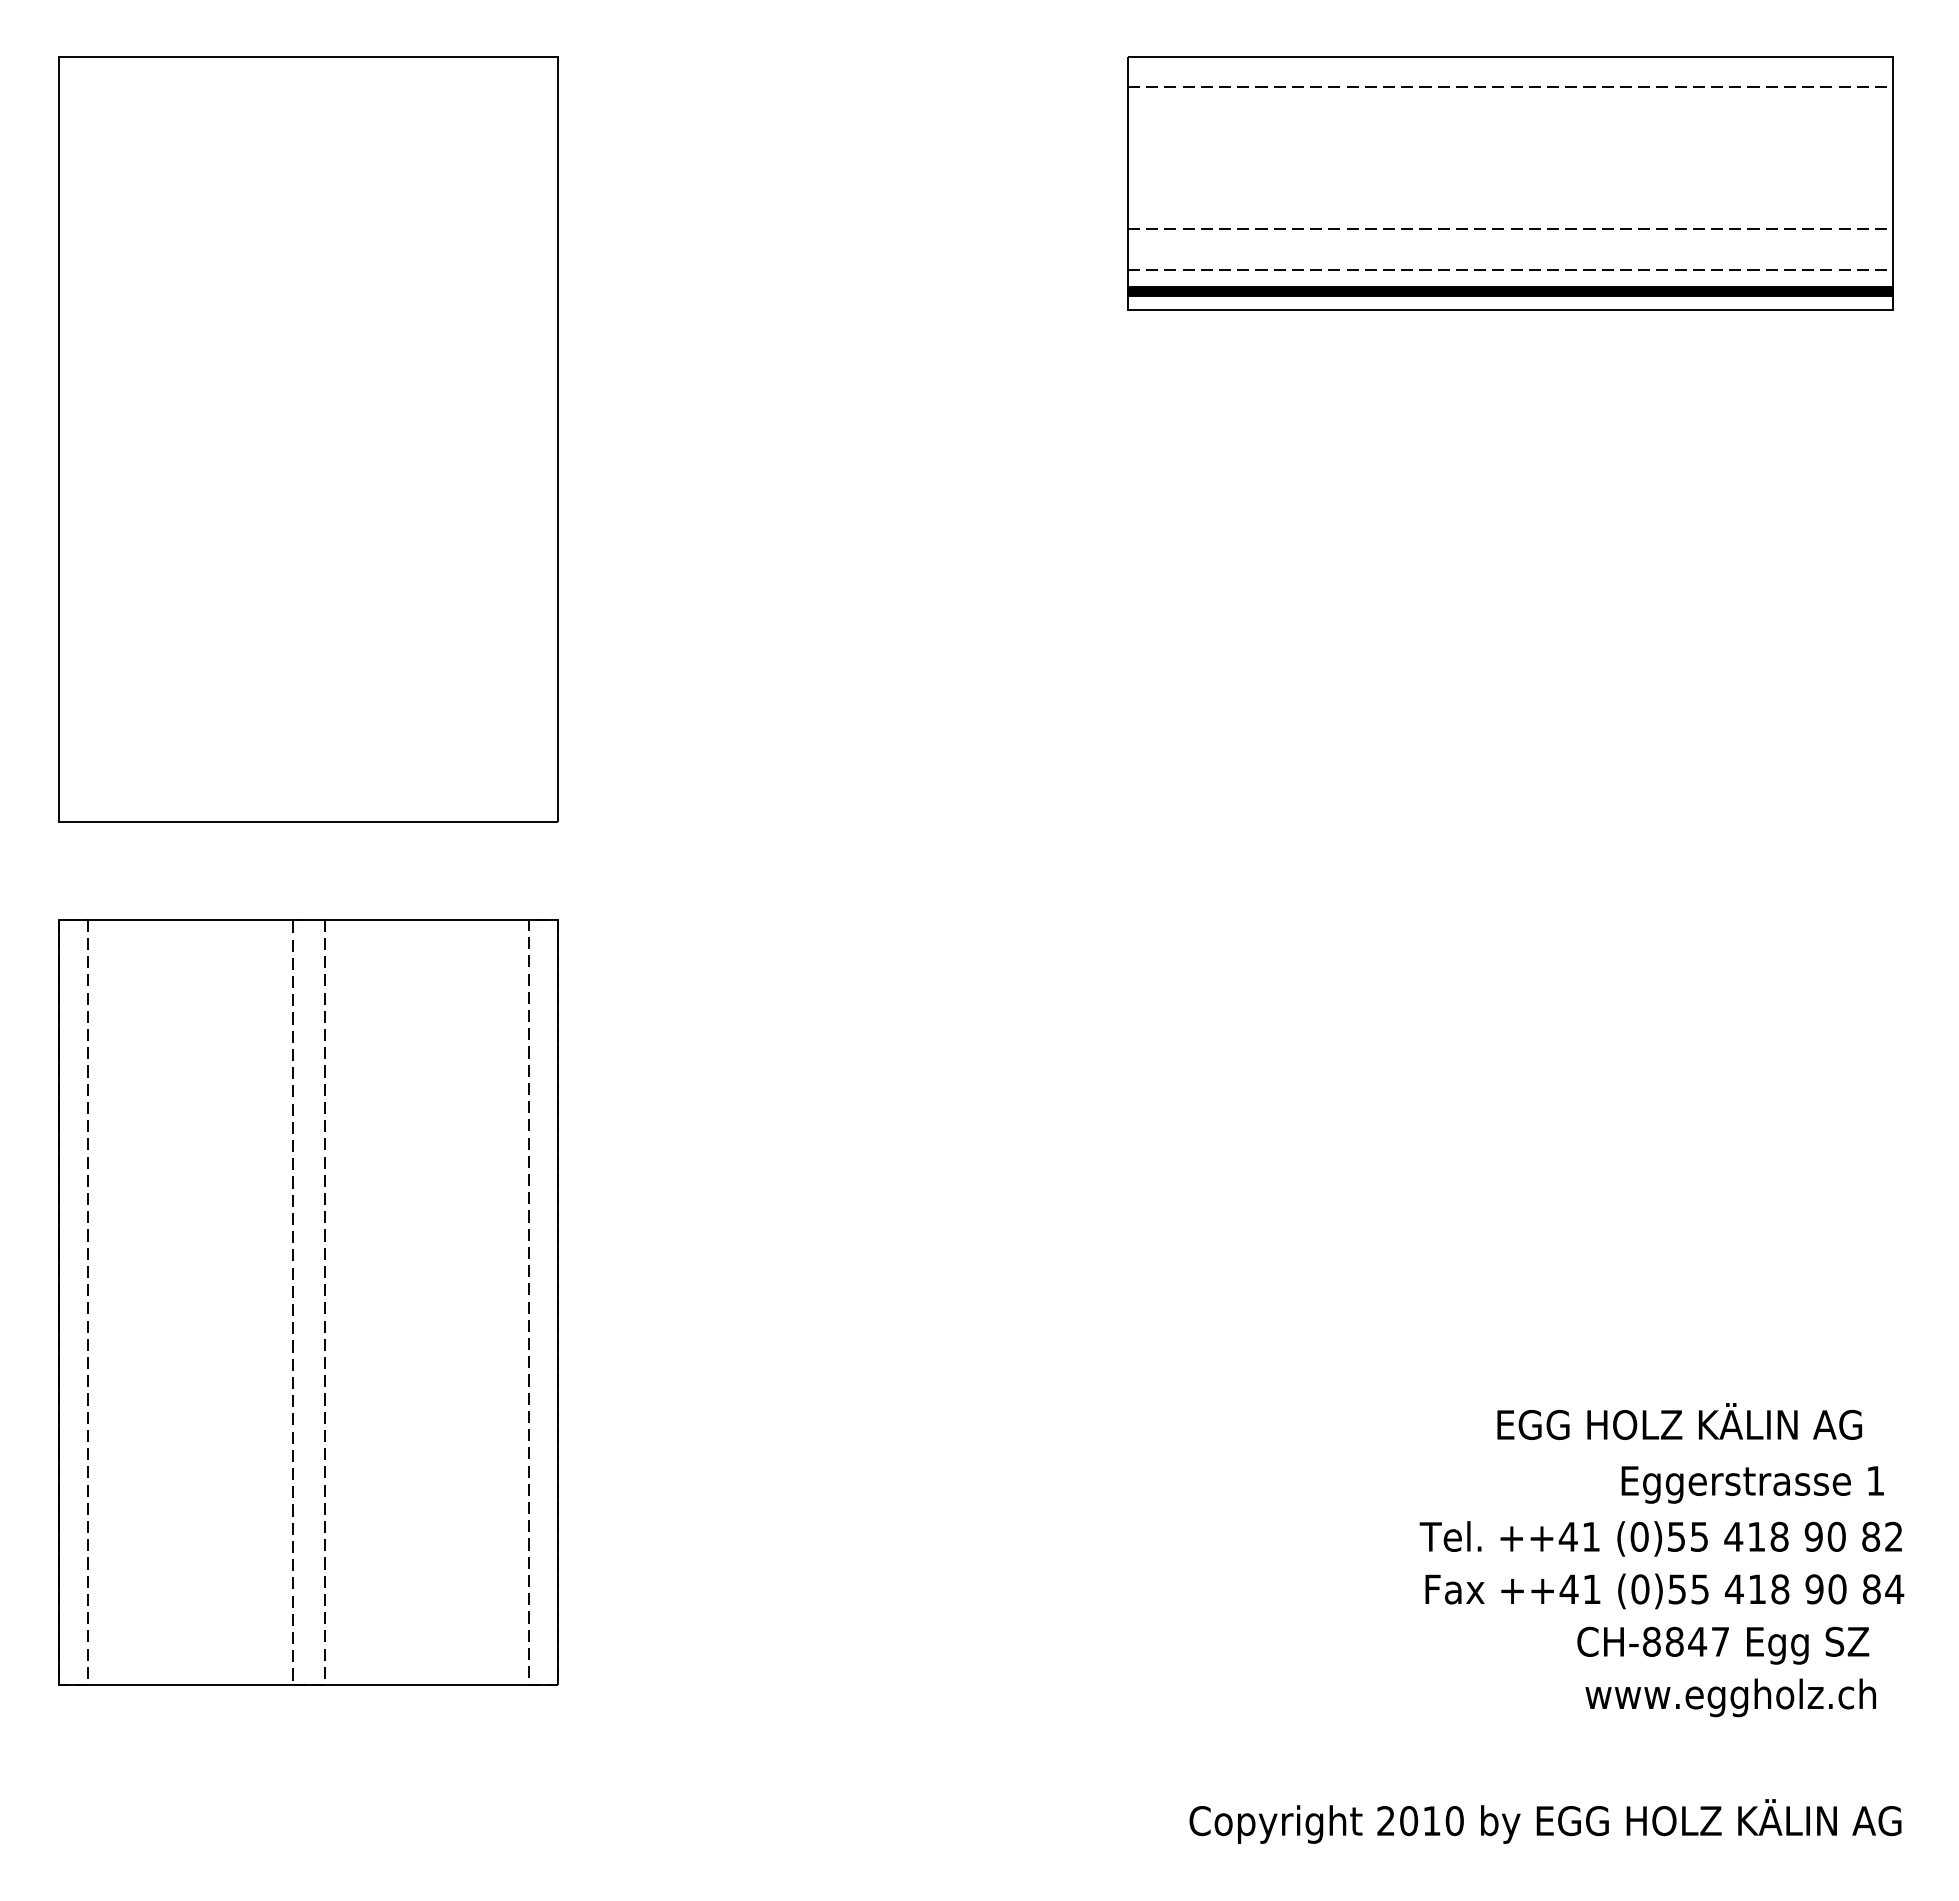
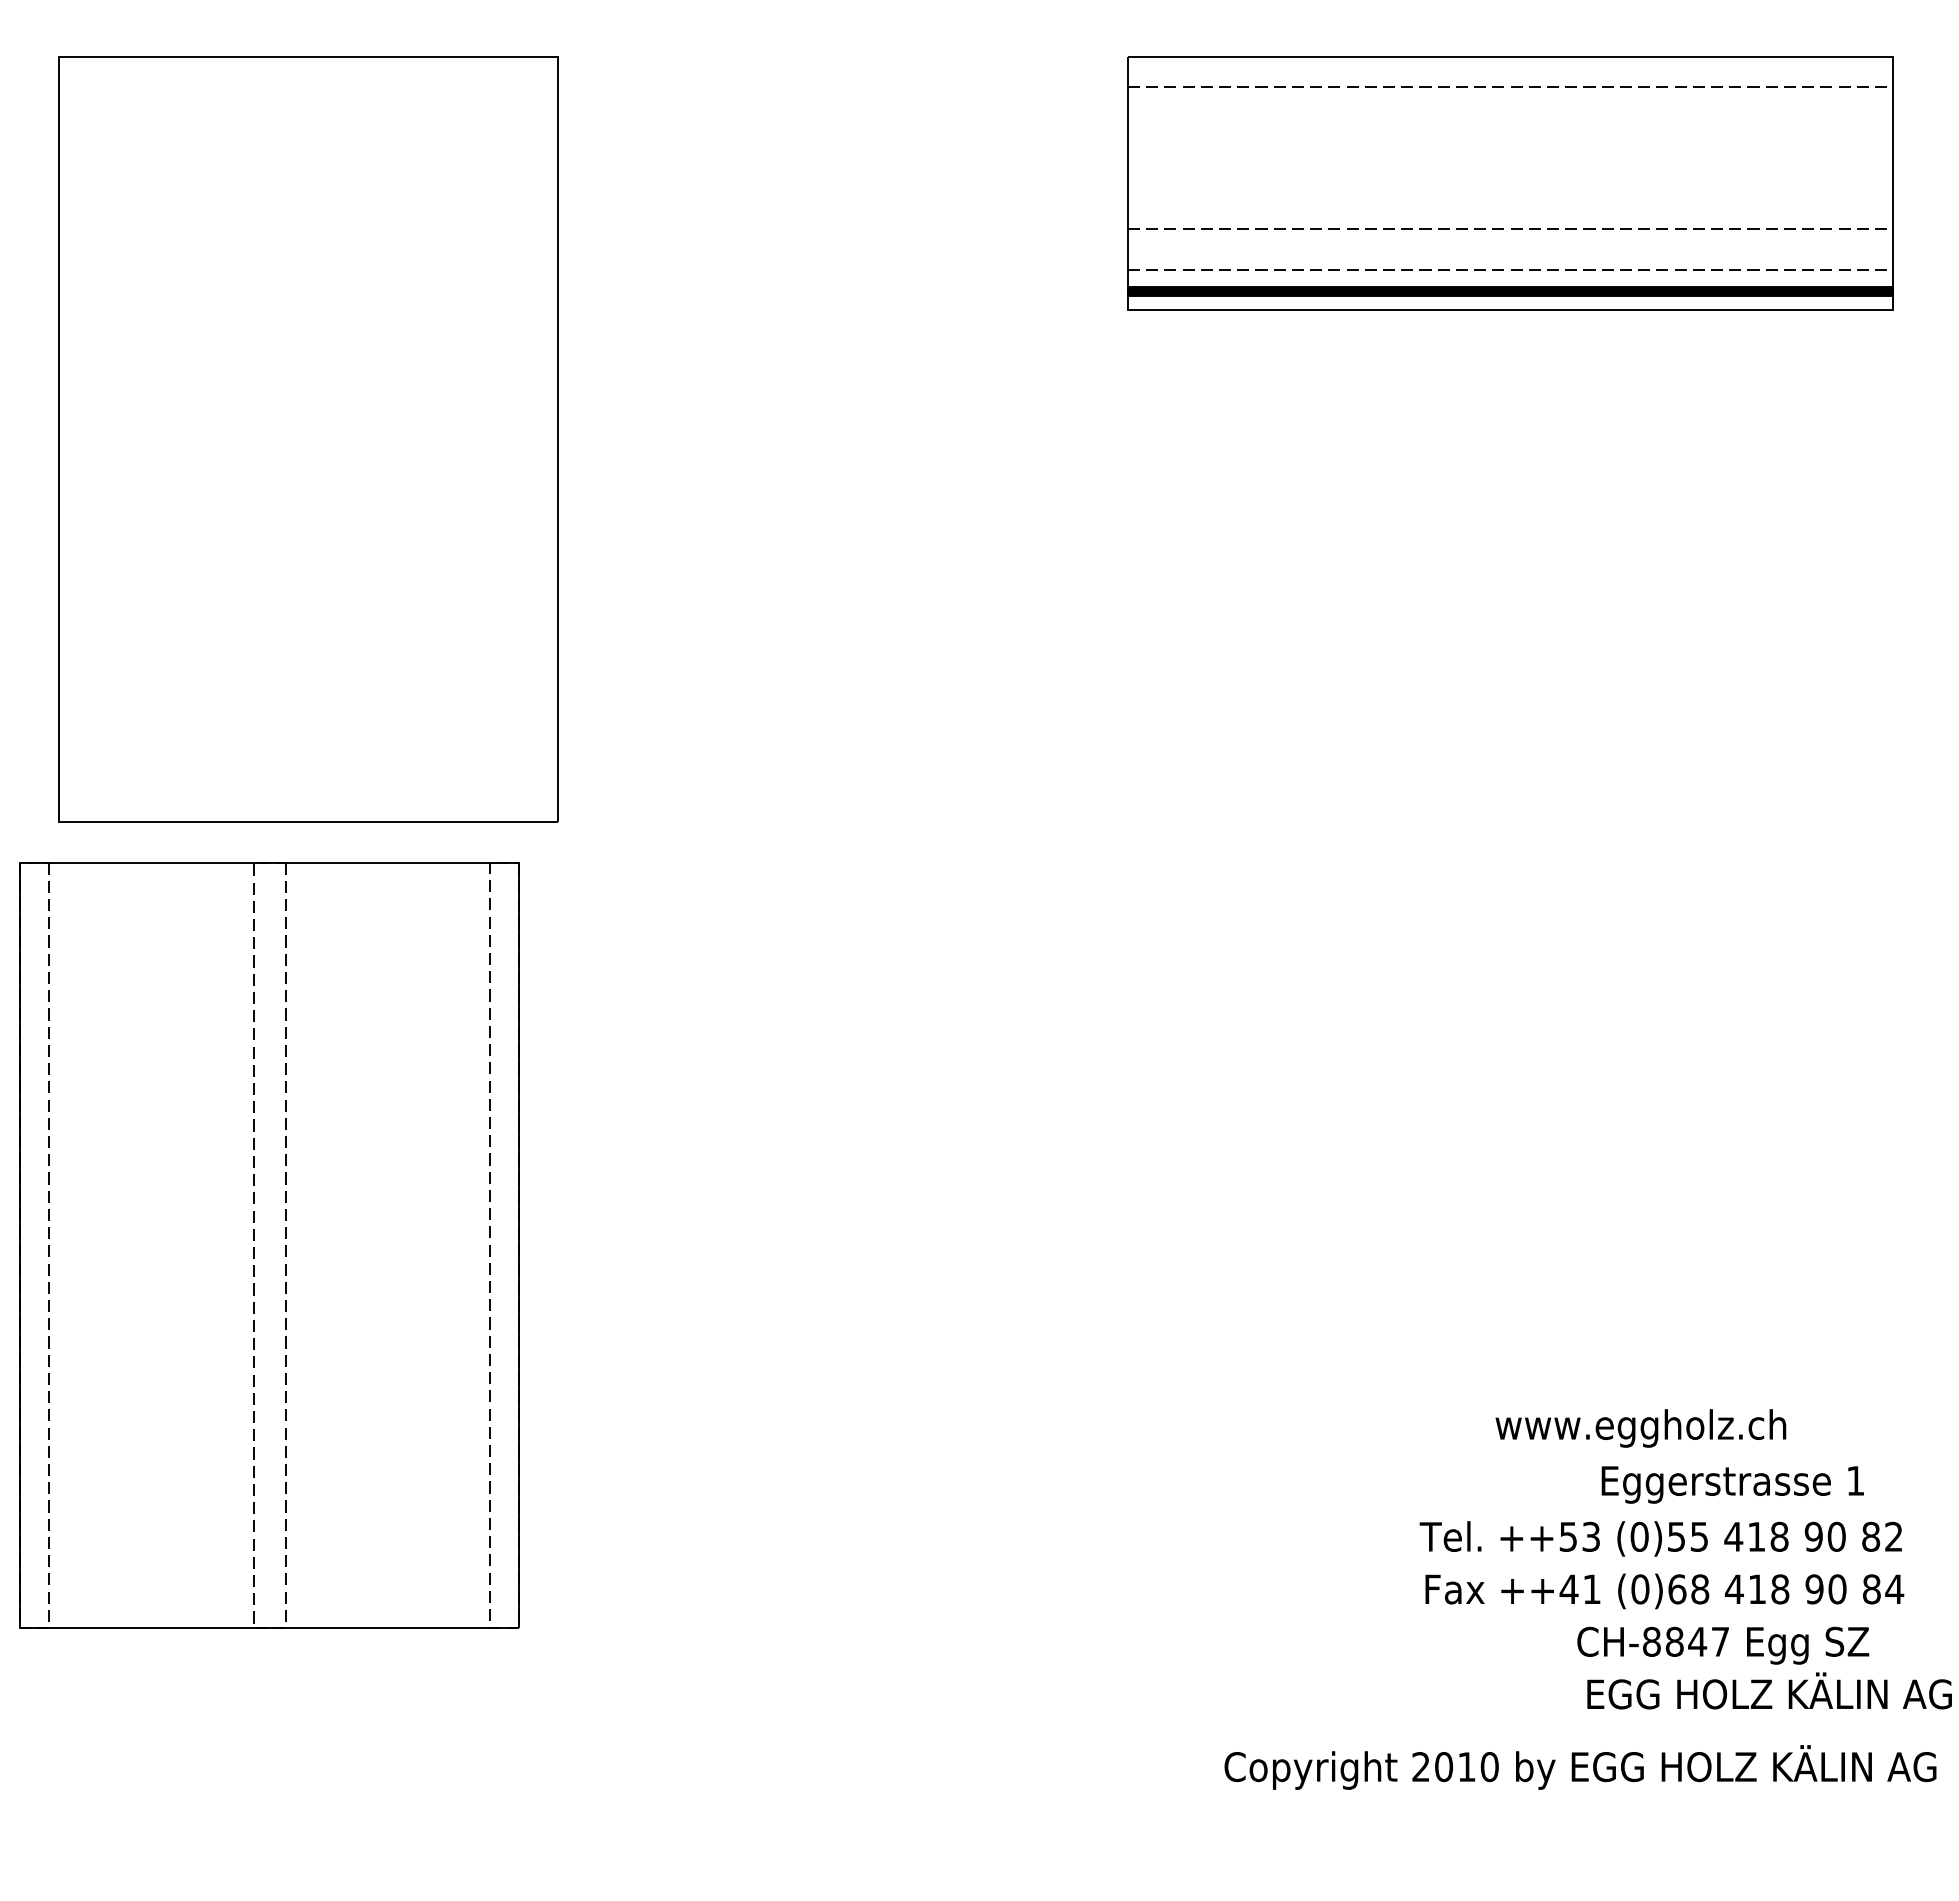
part at (308, 1302) position: (308, 1302) -> (269, 1245)
text at (1678, 1425): EGG HOLZ KÄLIN AG -> www.eggholz.ch
text at (1752, 1484) position: (1752, 1484) -> (1732, 1484)
text at (1578, 1536): ++41 -> ++53
text at (1688, 1589): (0)55 -> (0)68
text at (1768, 1694): www.eggholz.ch -> EGG HOLZ KÄLIN AG
text at (1545, 1821) position: (1545, 1821) -> (1580, 1767)
